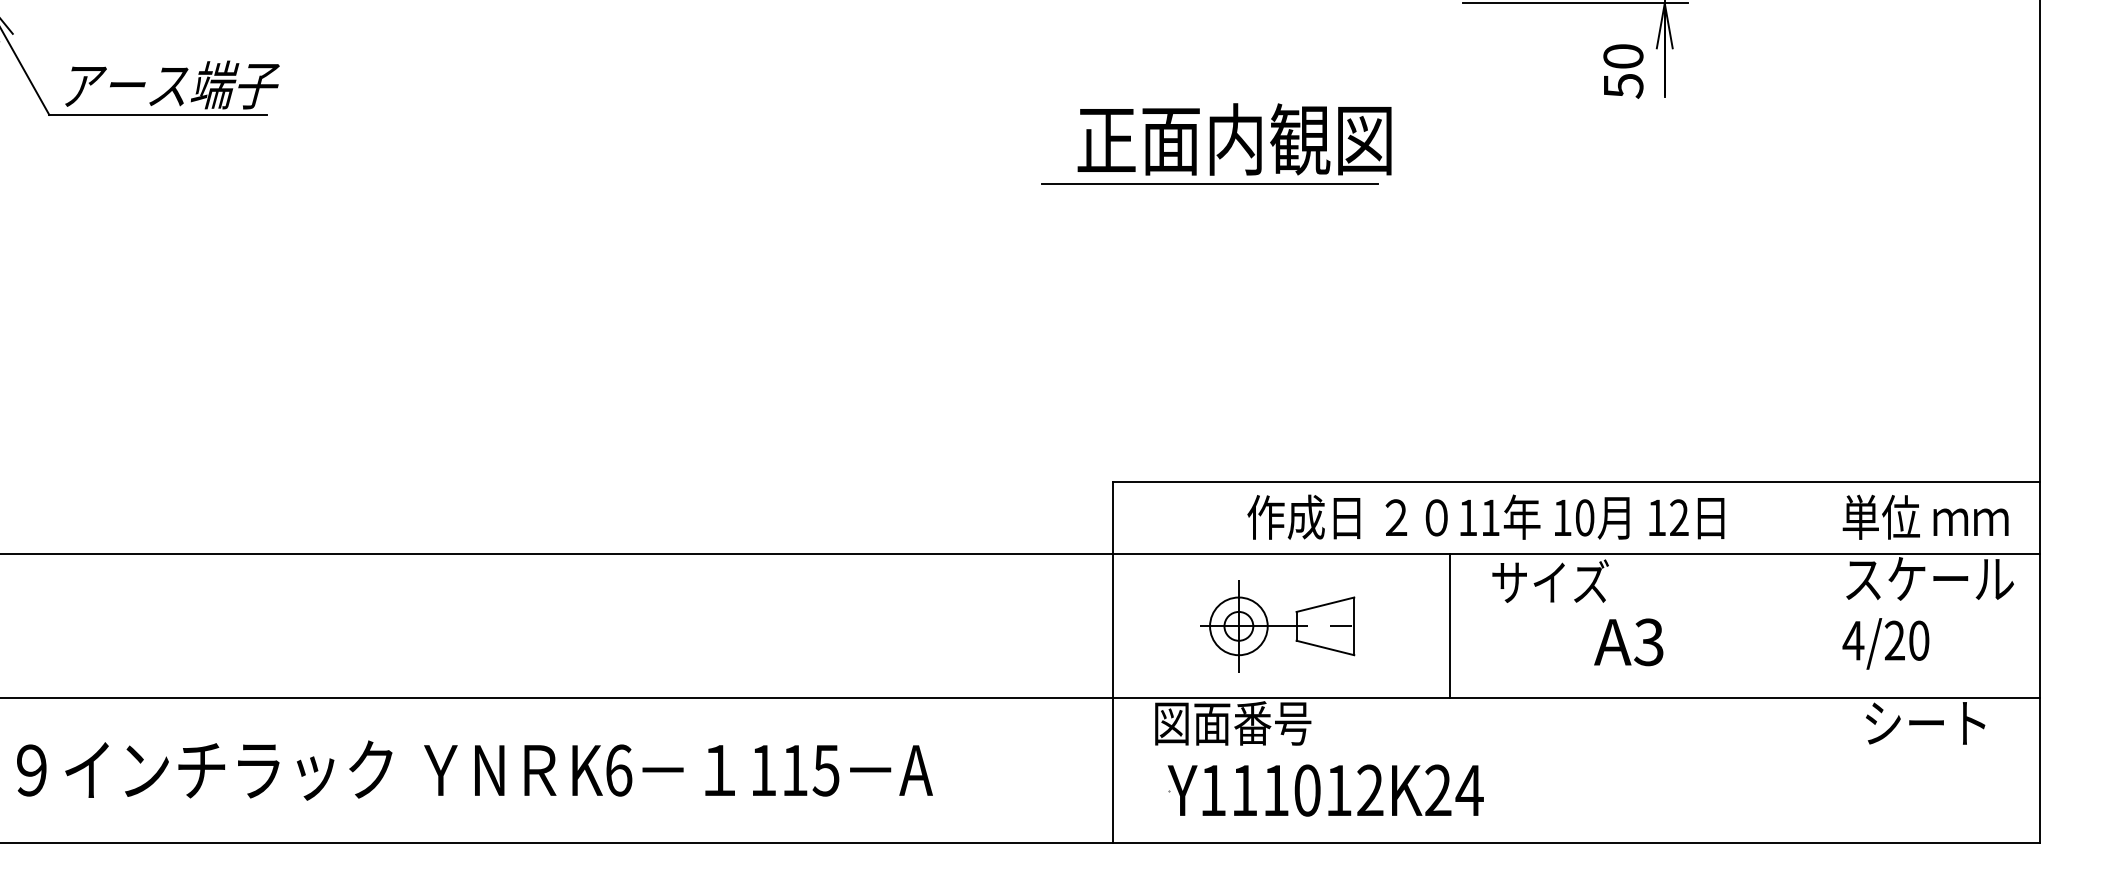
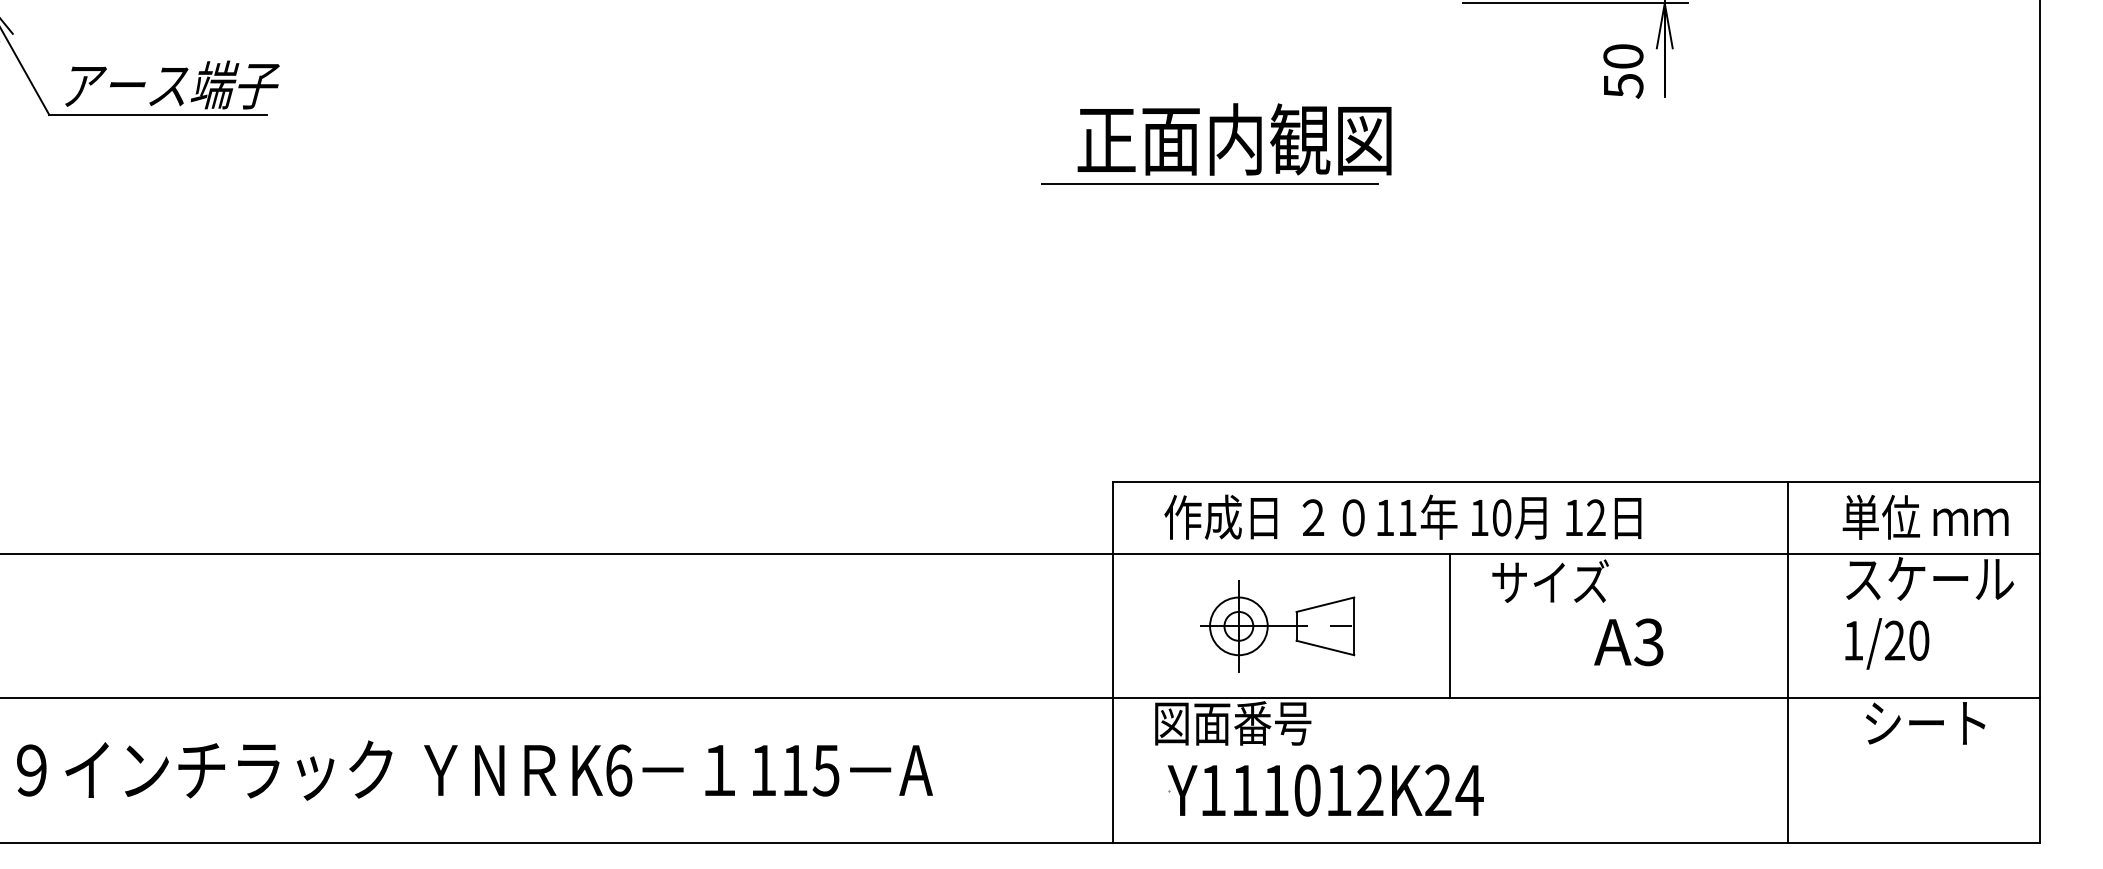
text at (1485, 516) position: (1485, 516) -> (1402, 516)
text at (1853, 640): 4/20 -> 1/20
line at (1787, 662): none -> present
